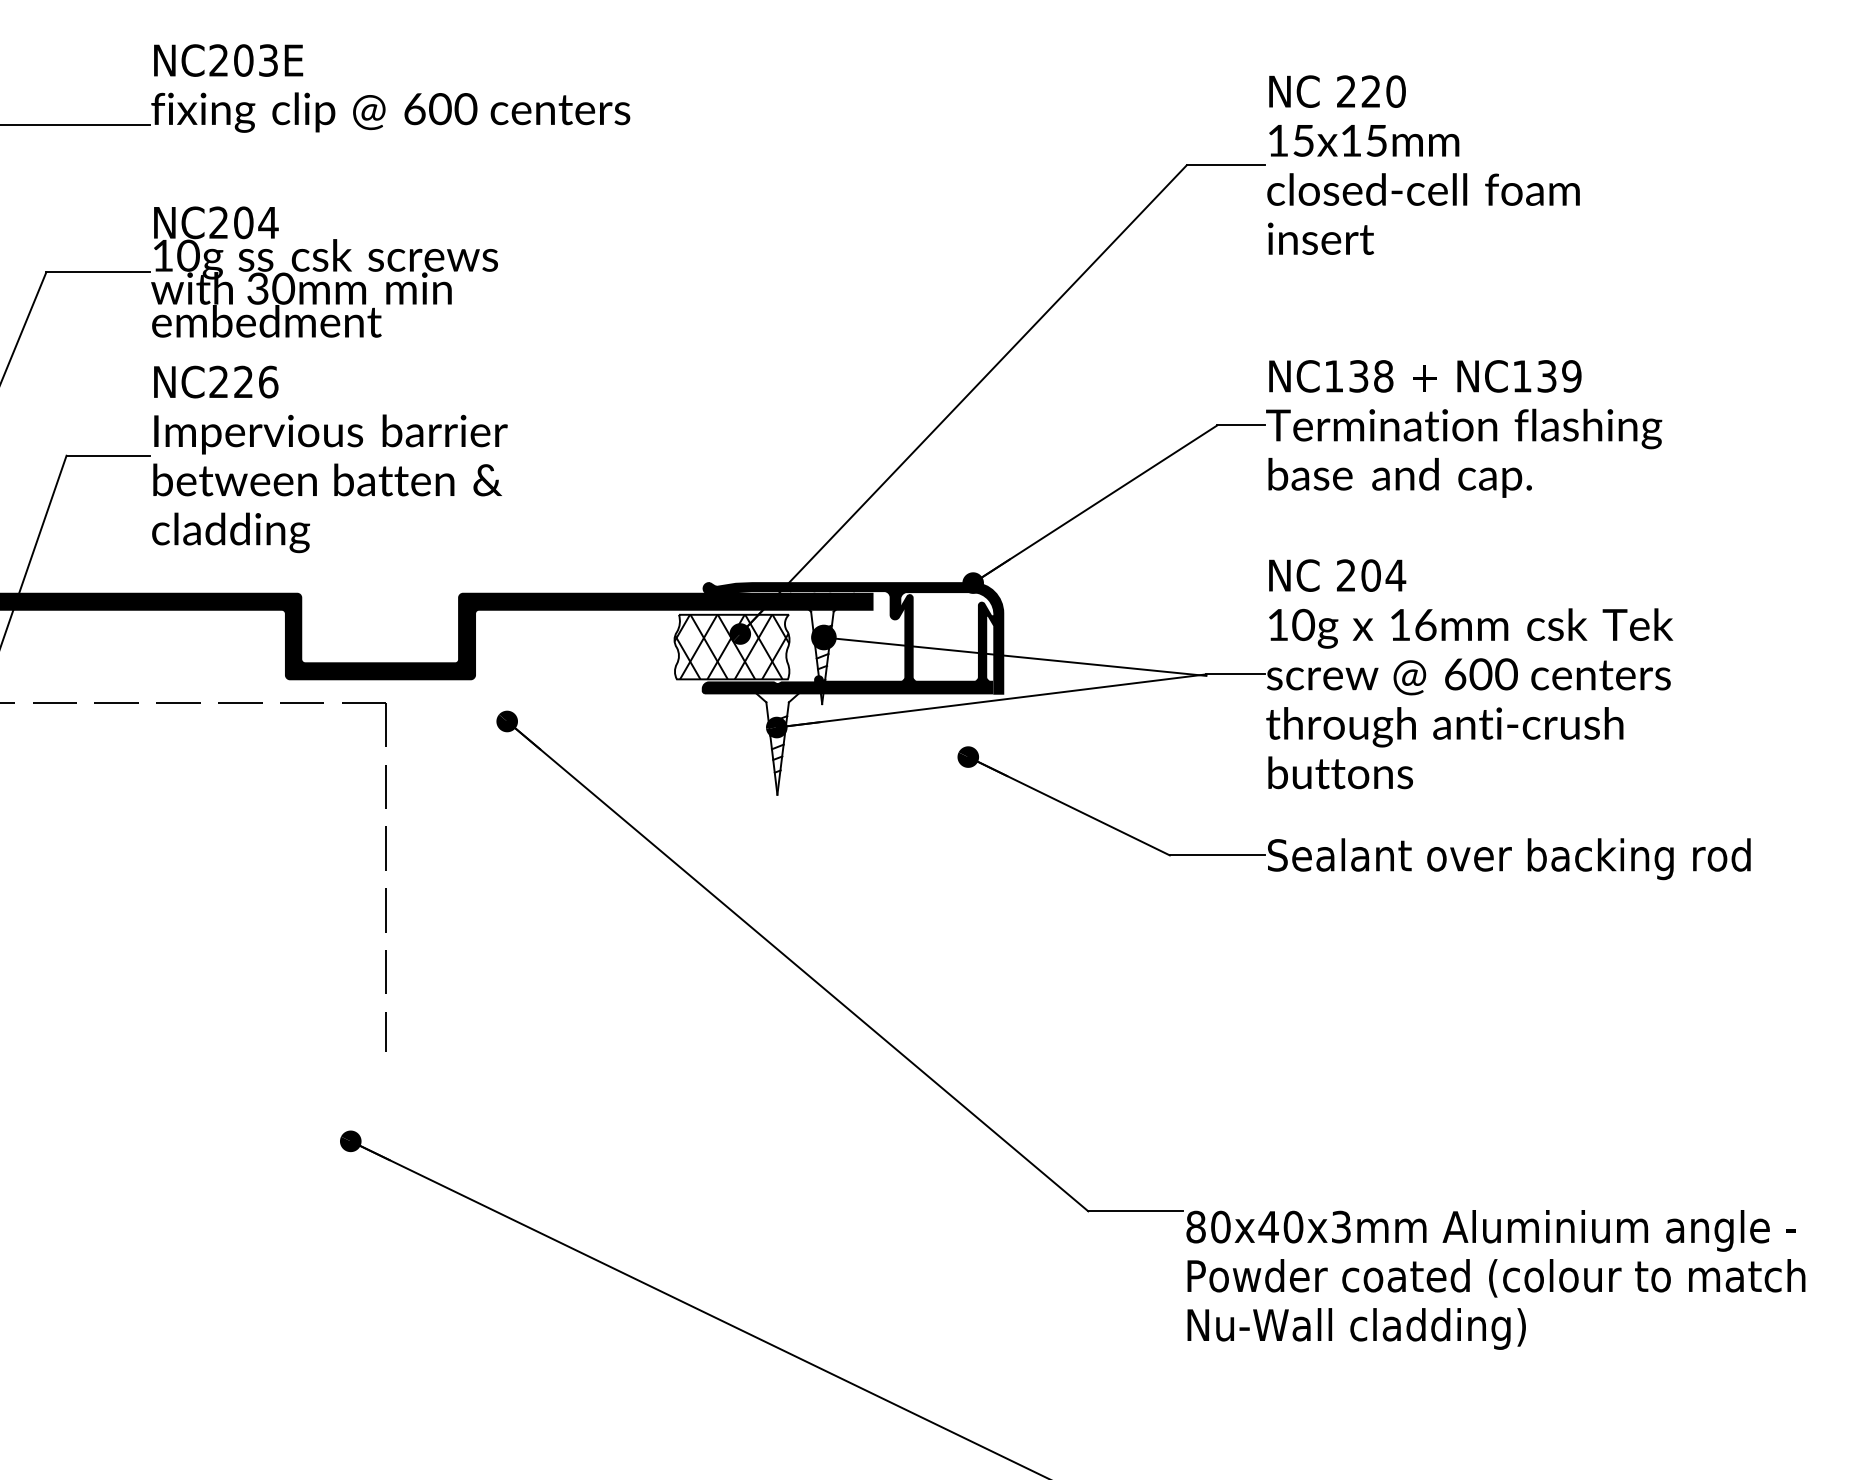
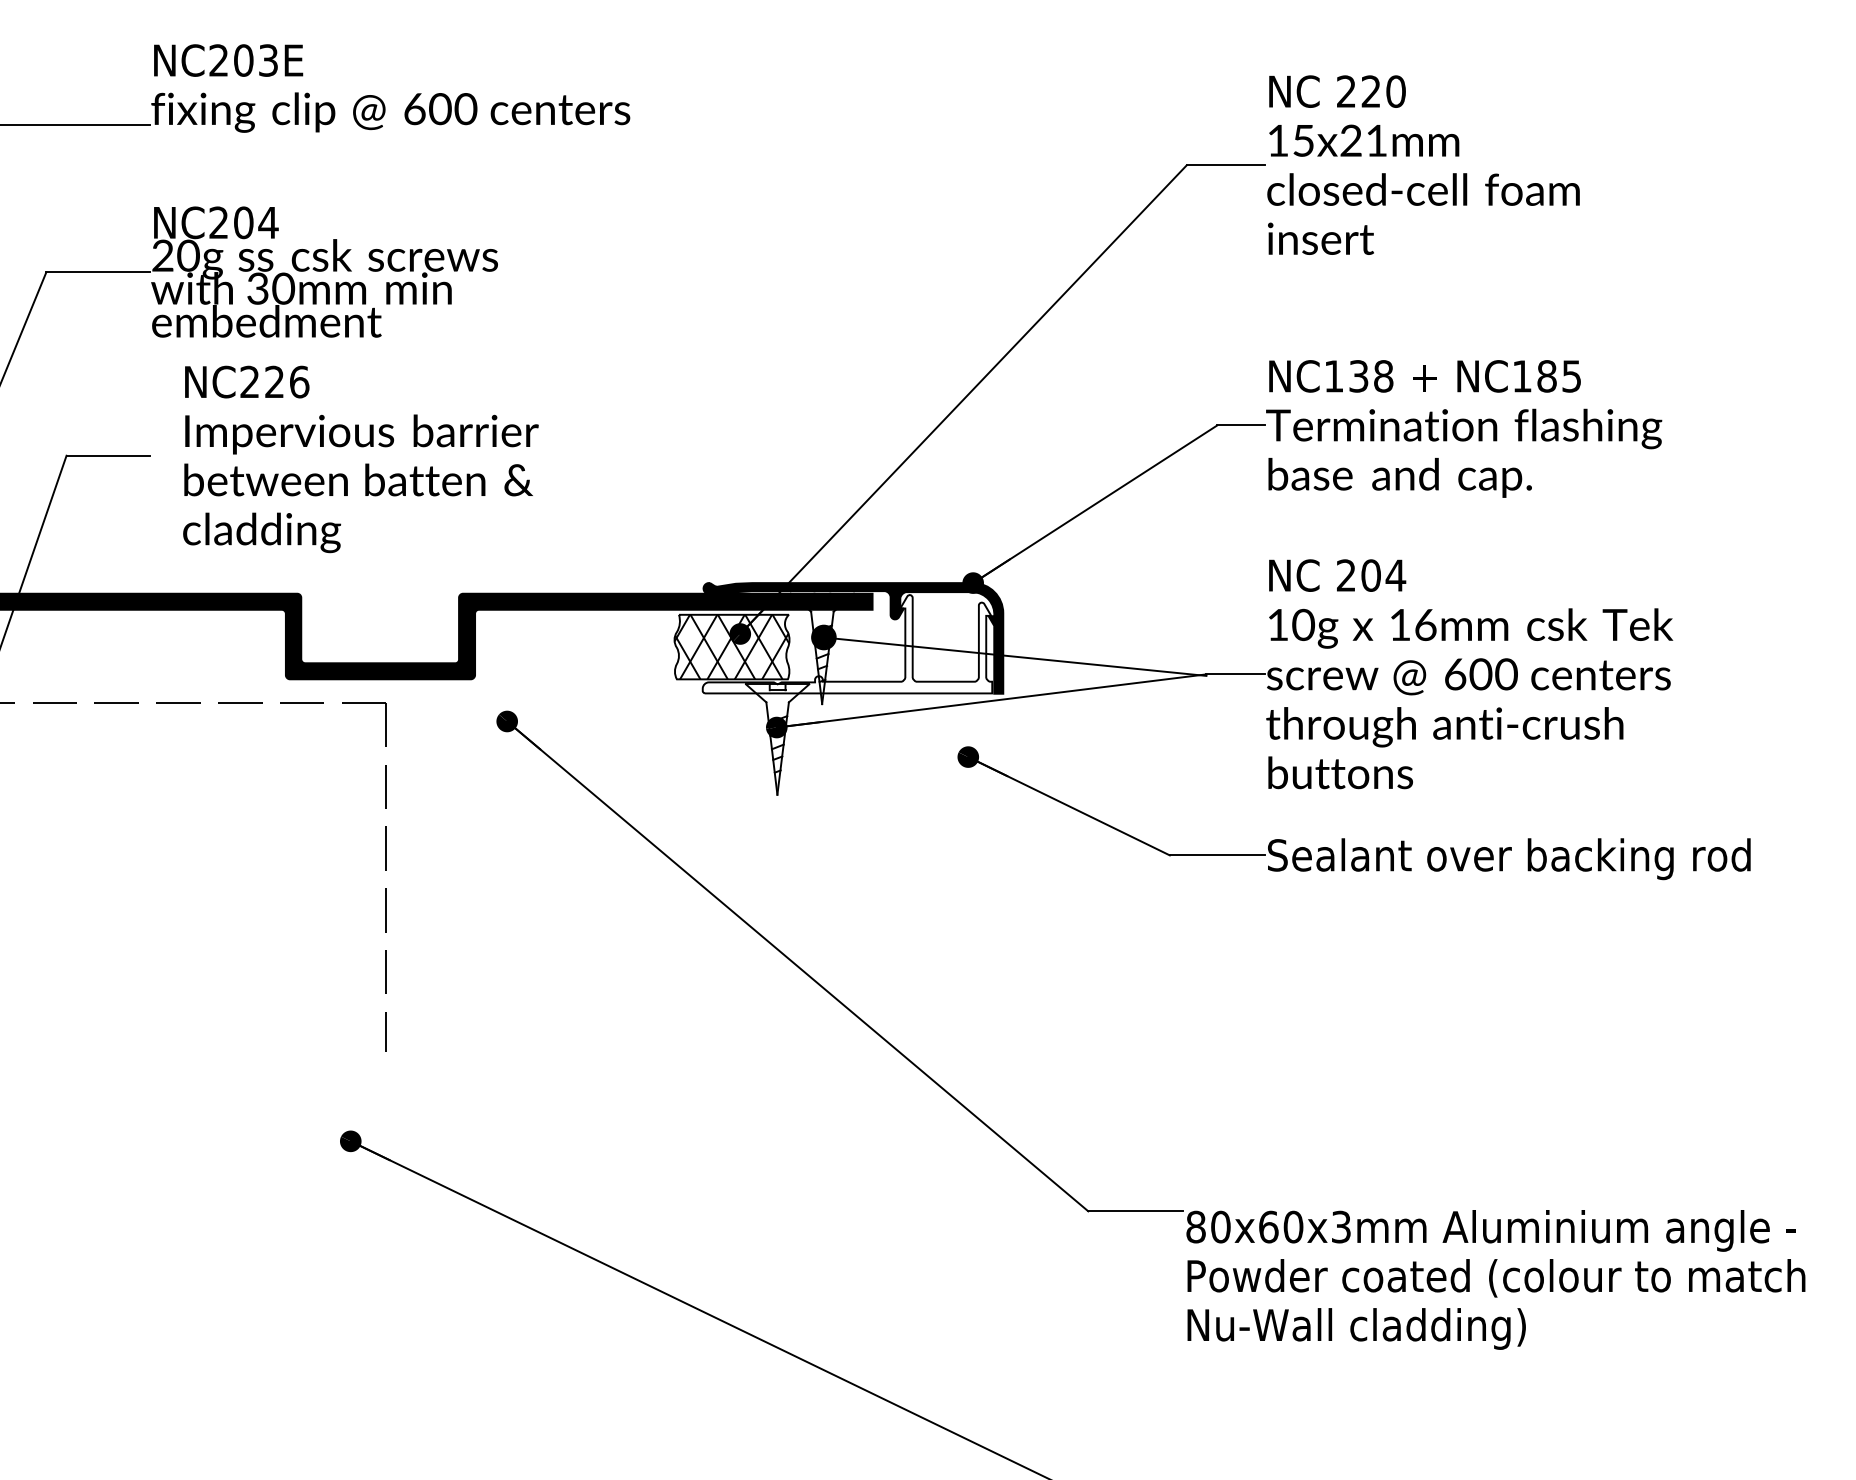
text at (1363, 140): 15x15mm -> 15x21mm
text at (162, 255): 10g -> 20g
text at (1559, 376): NC139 -> NC185
text at (329, 459) position: (329, 459) -> (360, 459)
fill at (847, 644): present -> none
text at (1268, 1226): 80x40x3mm -> 80x60x3mm
